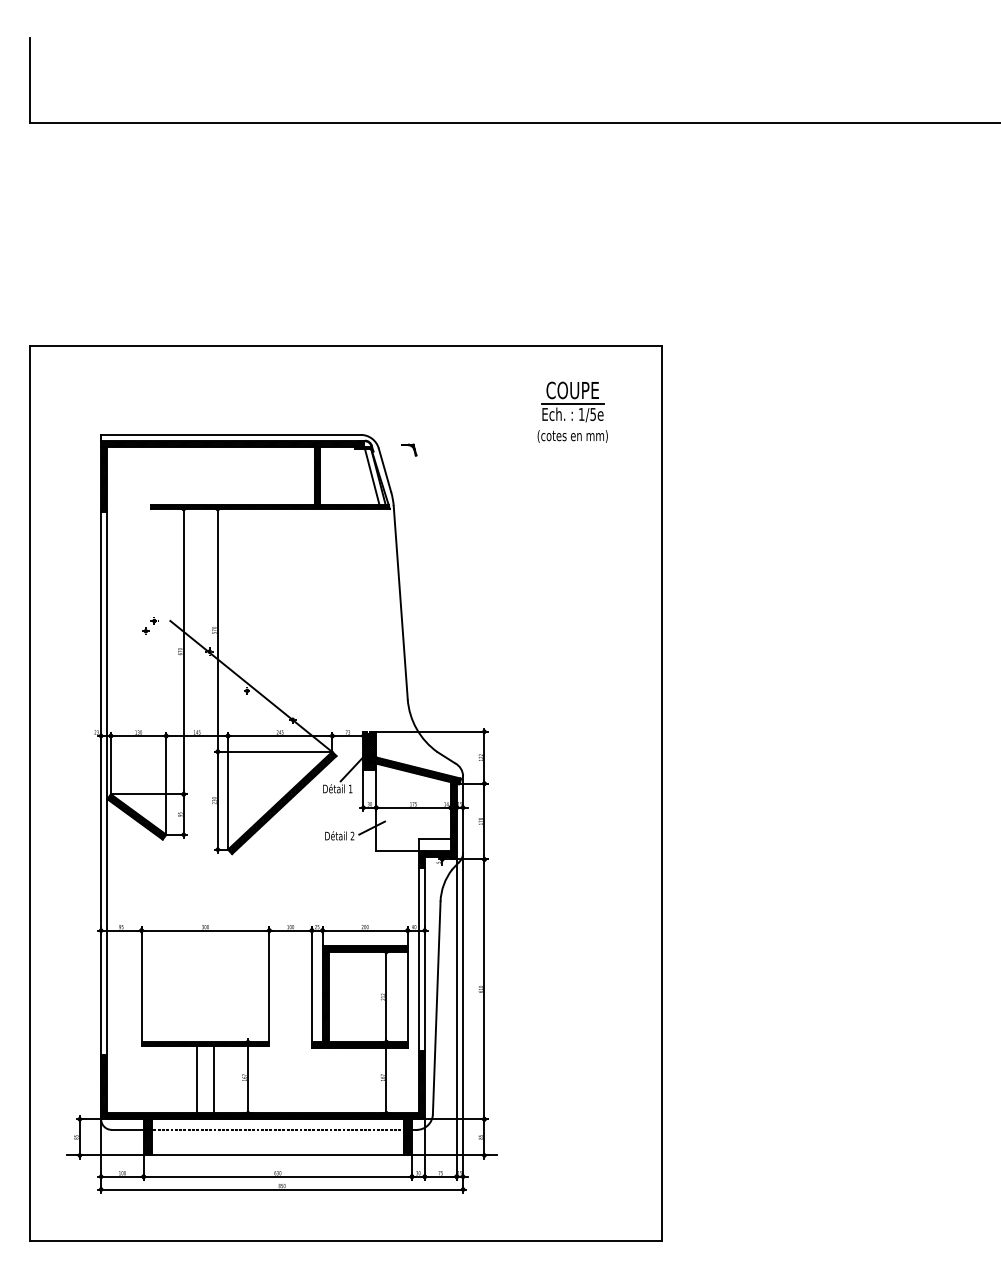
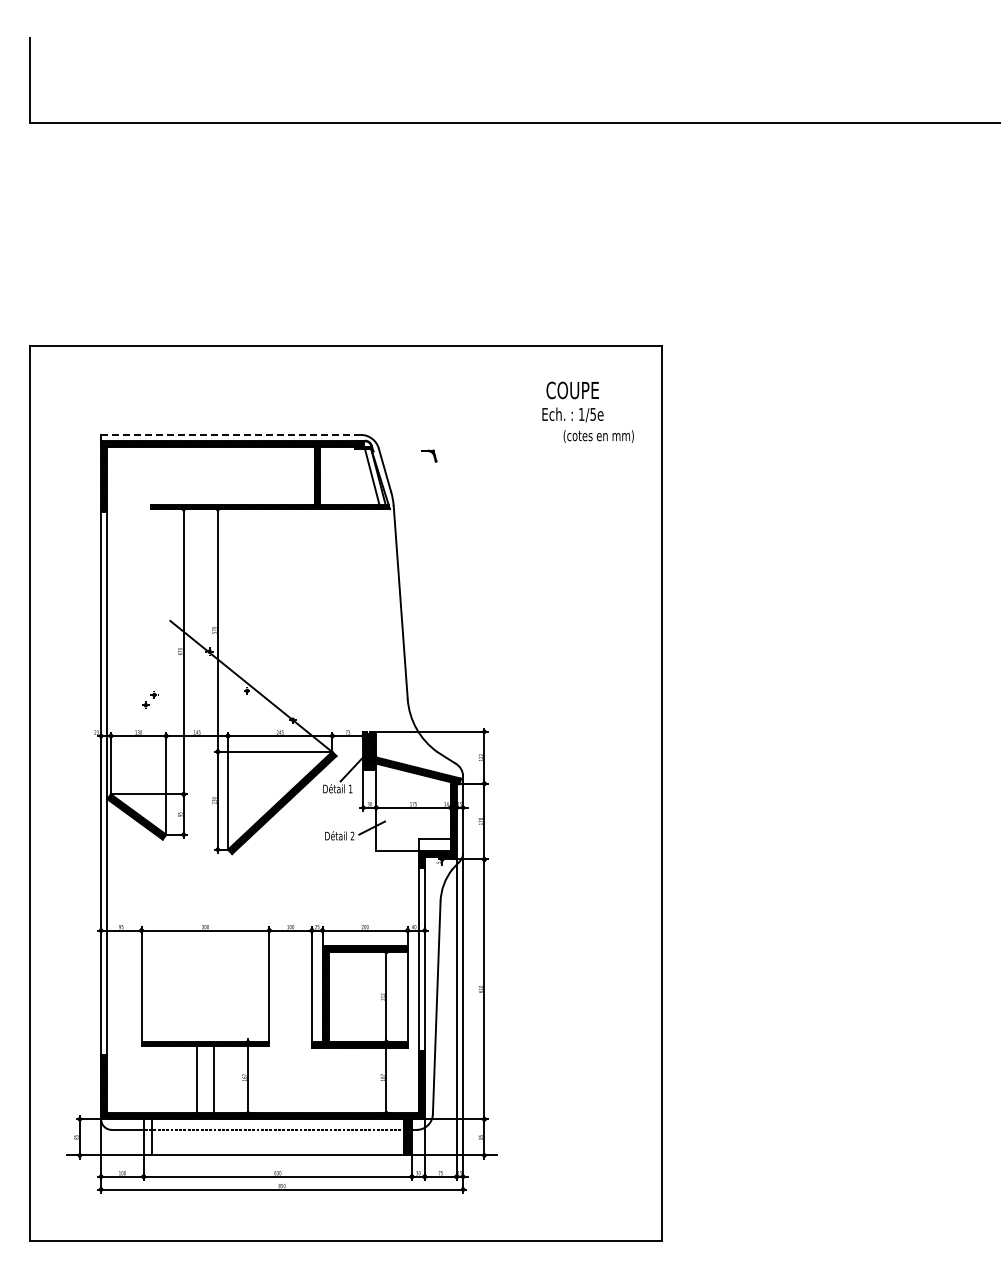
line at (572, 403): present -> none
line at (231, 434): solid -> dashed
text at (572, 436) position: (572, 436) -> (598, 436)
part at (409, 449) position: (409, 449) -> (429, 455)
part at (150, 625) position: (150, 625) -> (150, 699)
hatch at (147, 1137): present -> none
